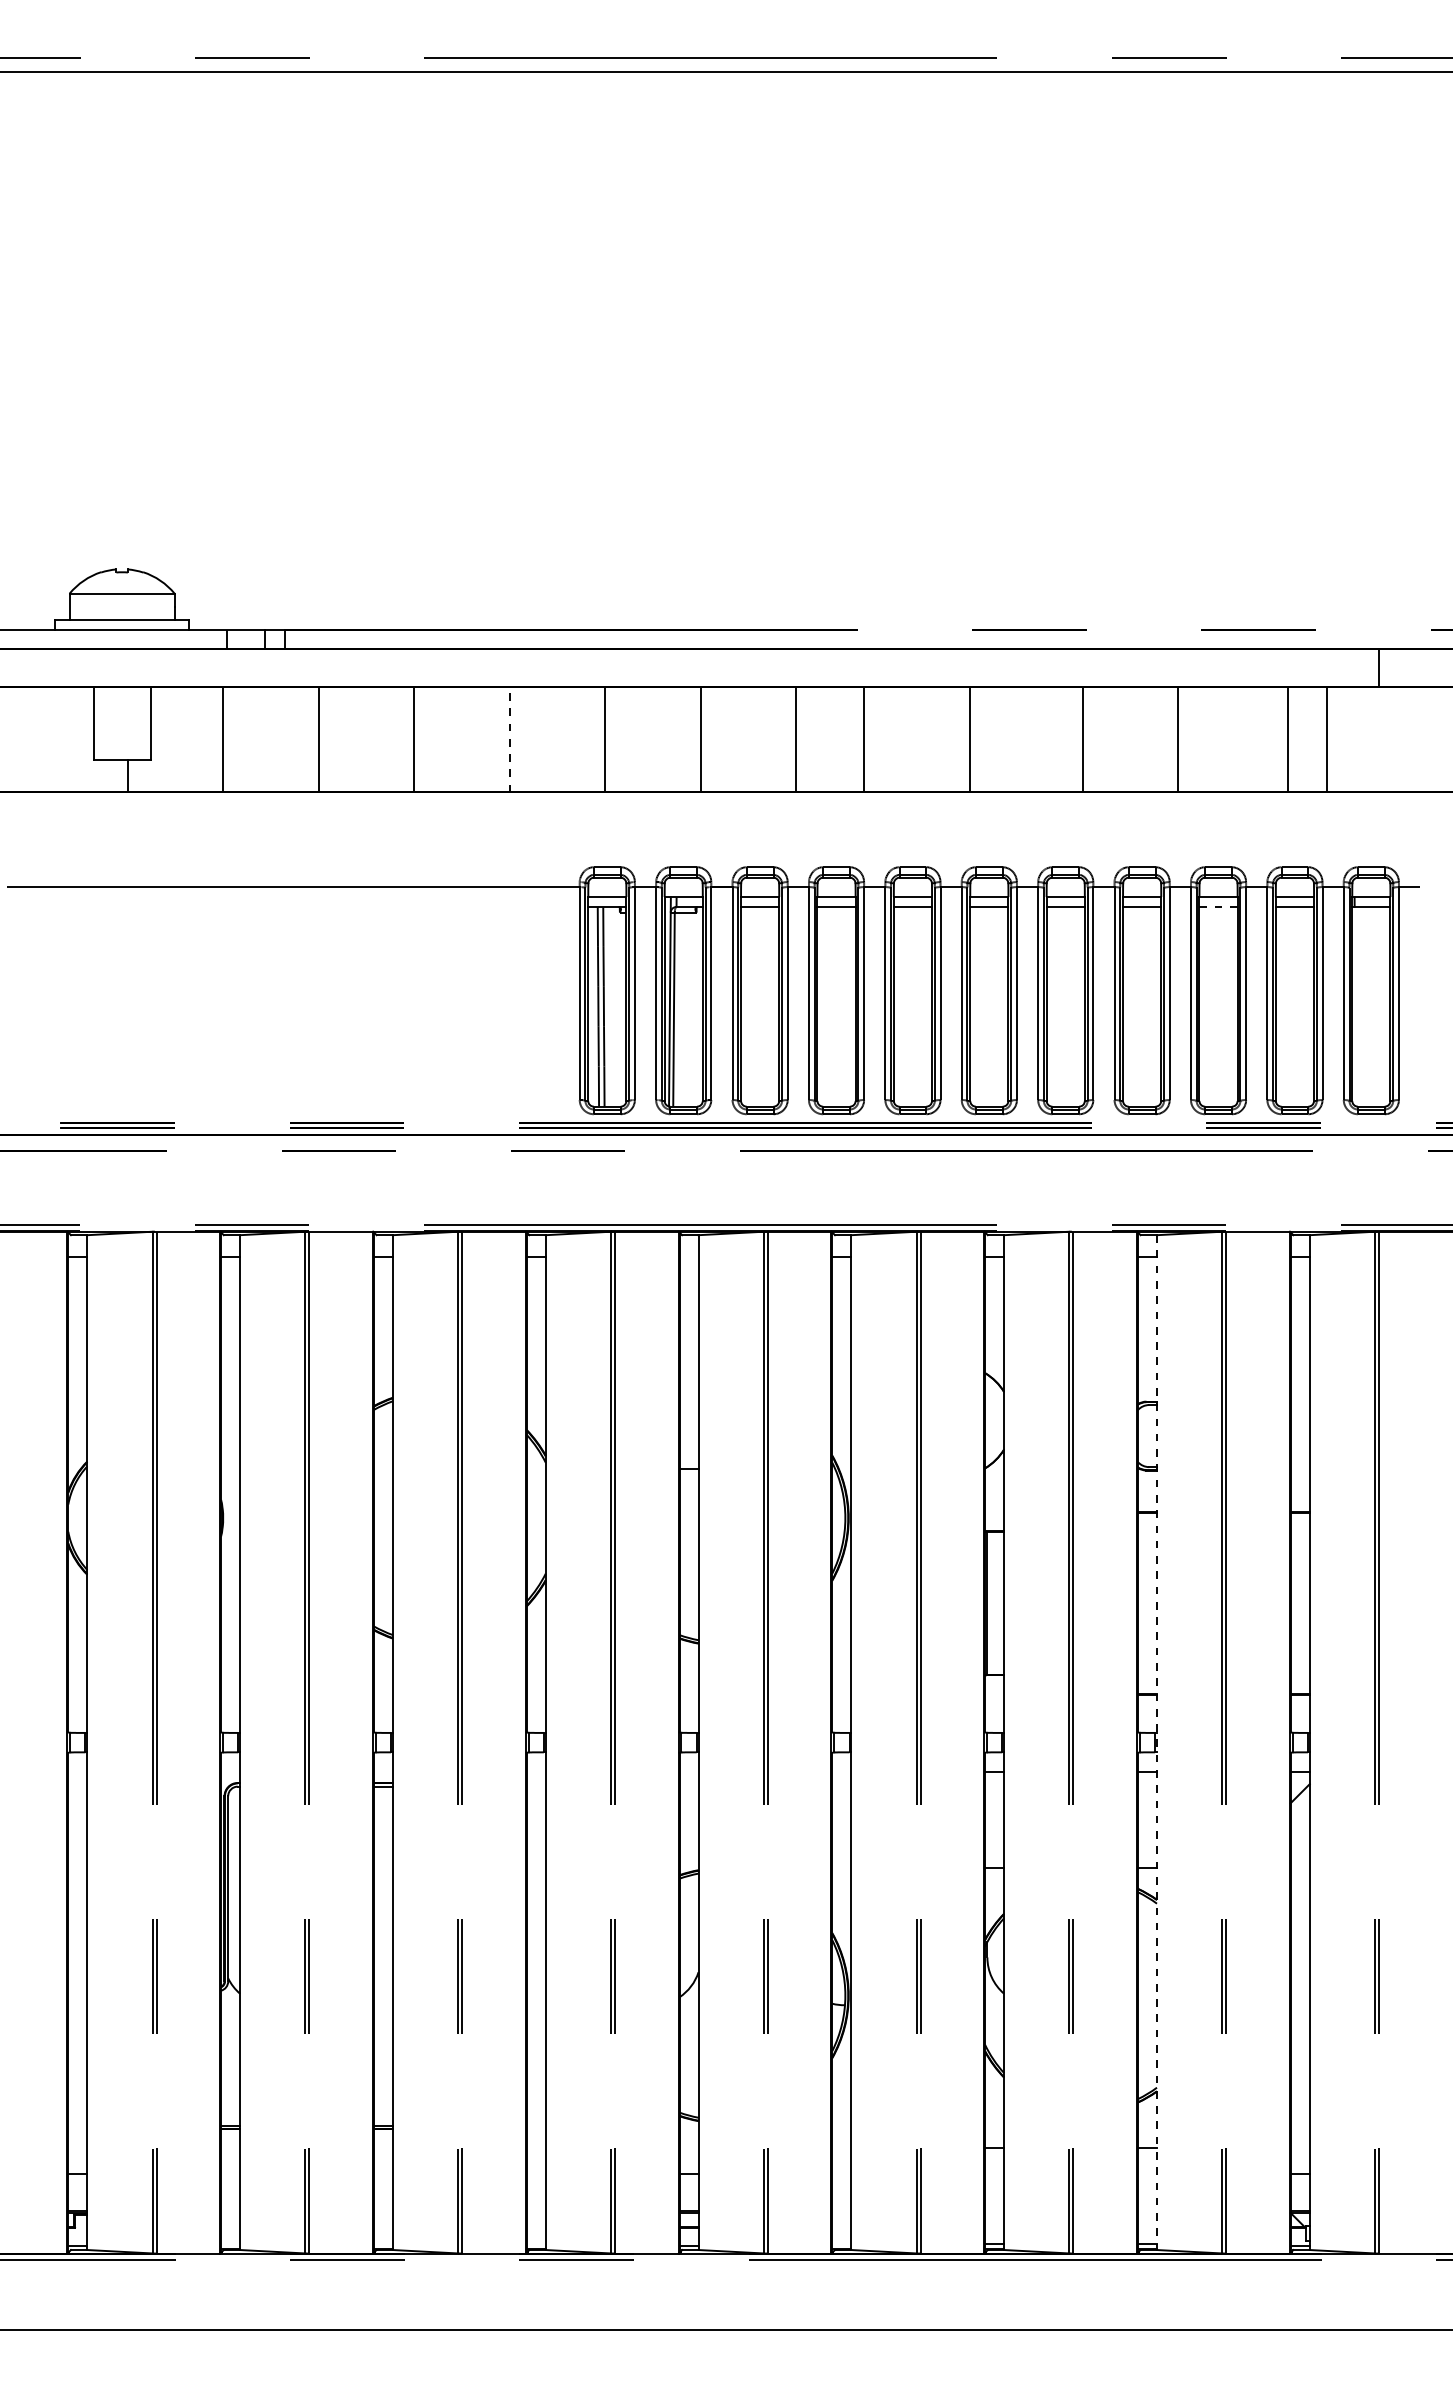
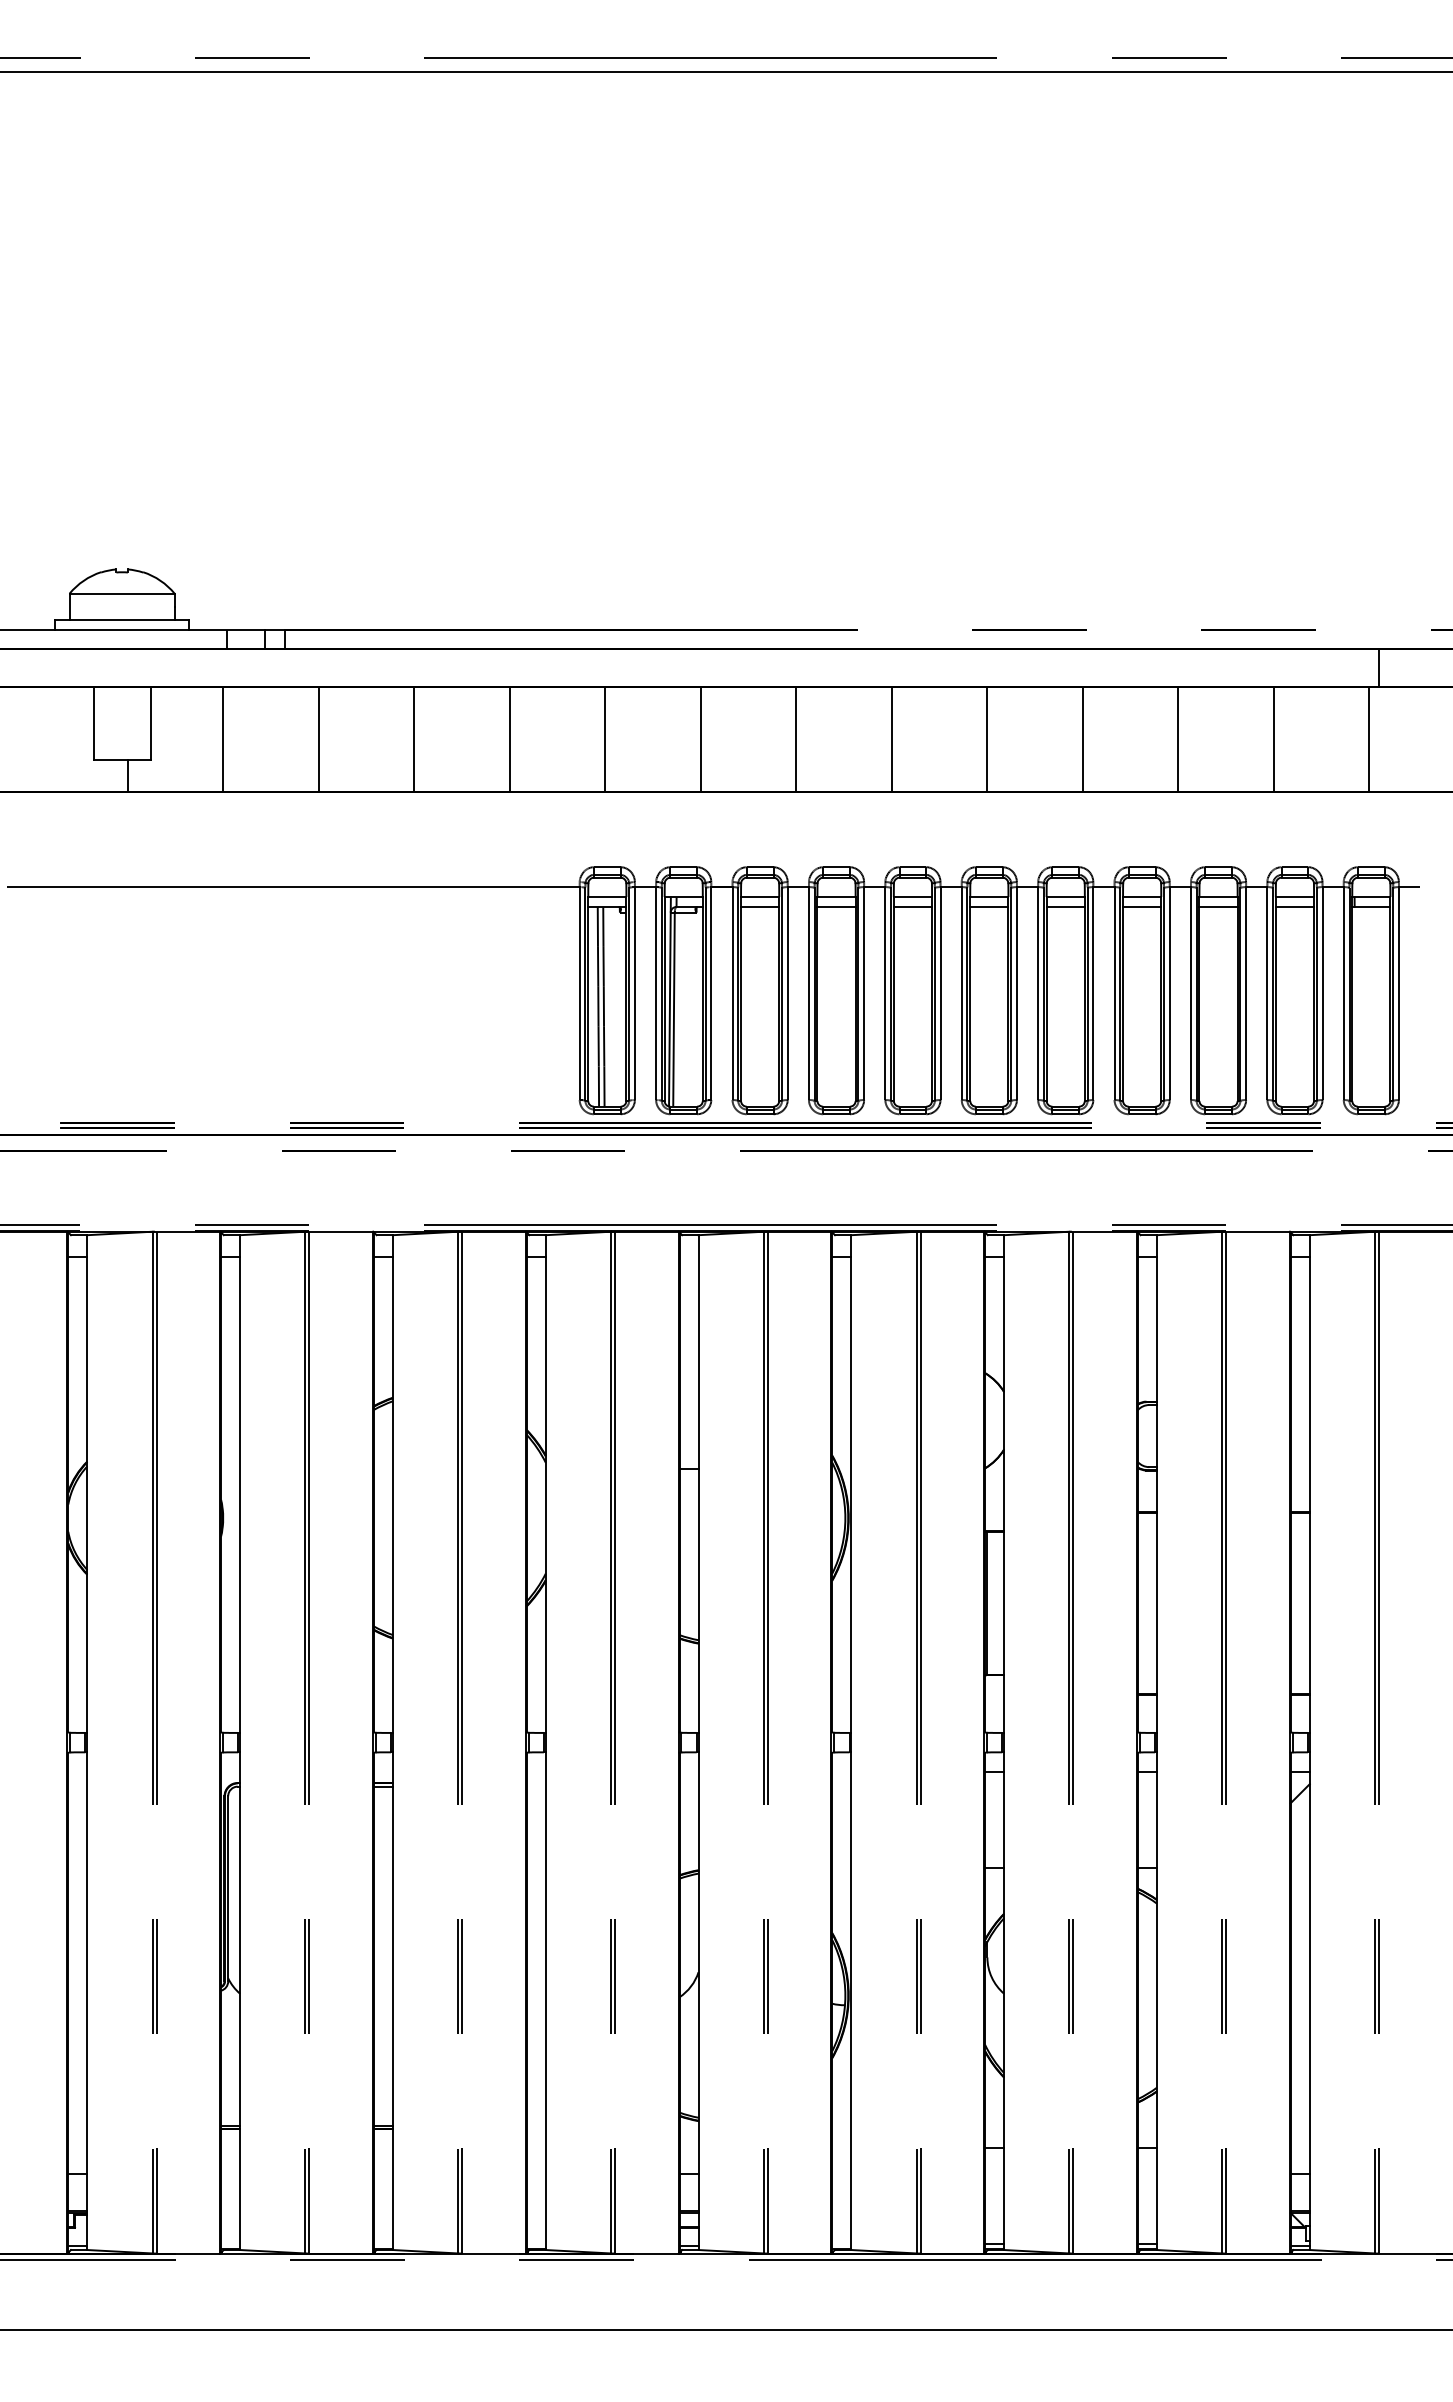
line at (509, 739): dashed -> solid
line at (863, 739) position: (863, 739) -> (891, 739)
line at (970, 739) position: (970, 739) -> (987, 739)
line at (1287, 739) position: (1287, 739) -> (1273, 739)
line at (1327, 739) position: (1327, 739) -> (1369, 739)
line at (1219, 906): dashed -> solid
line at (1157, 1743): dashed -> solid
